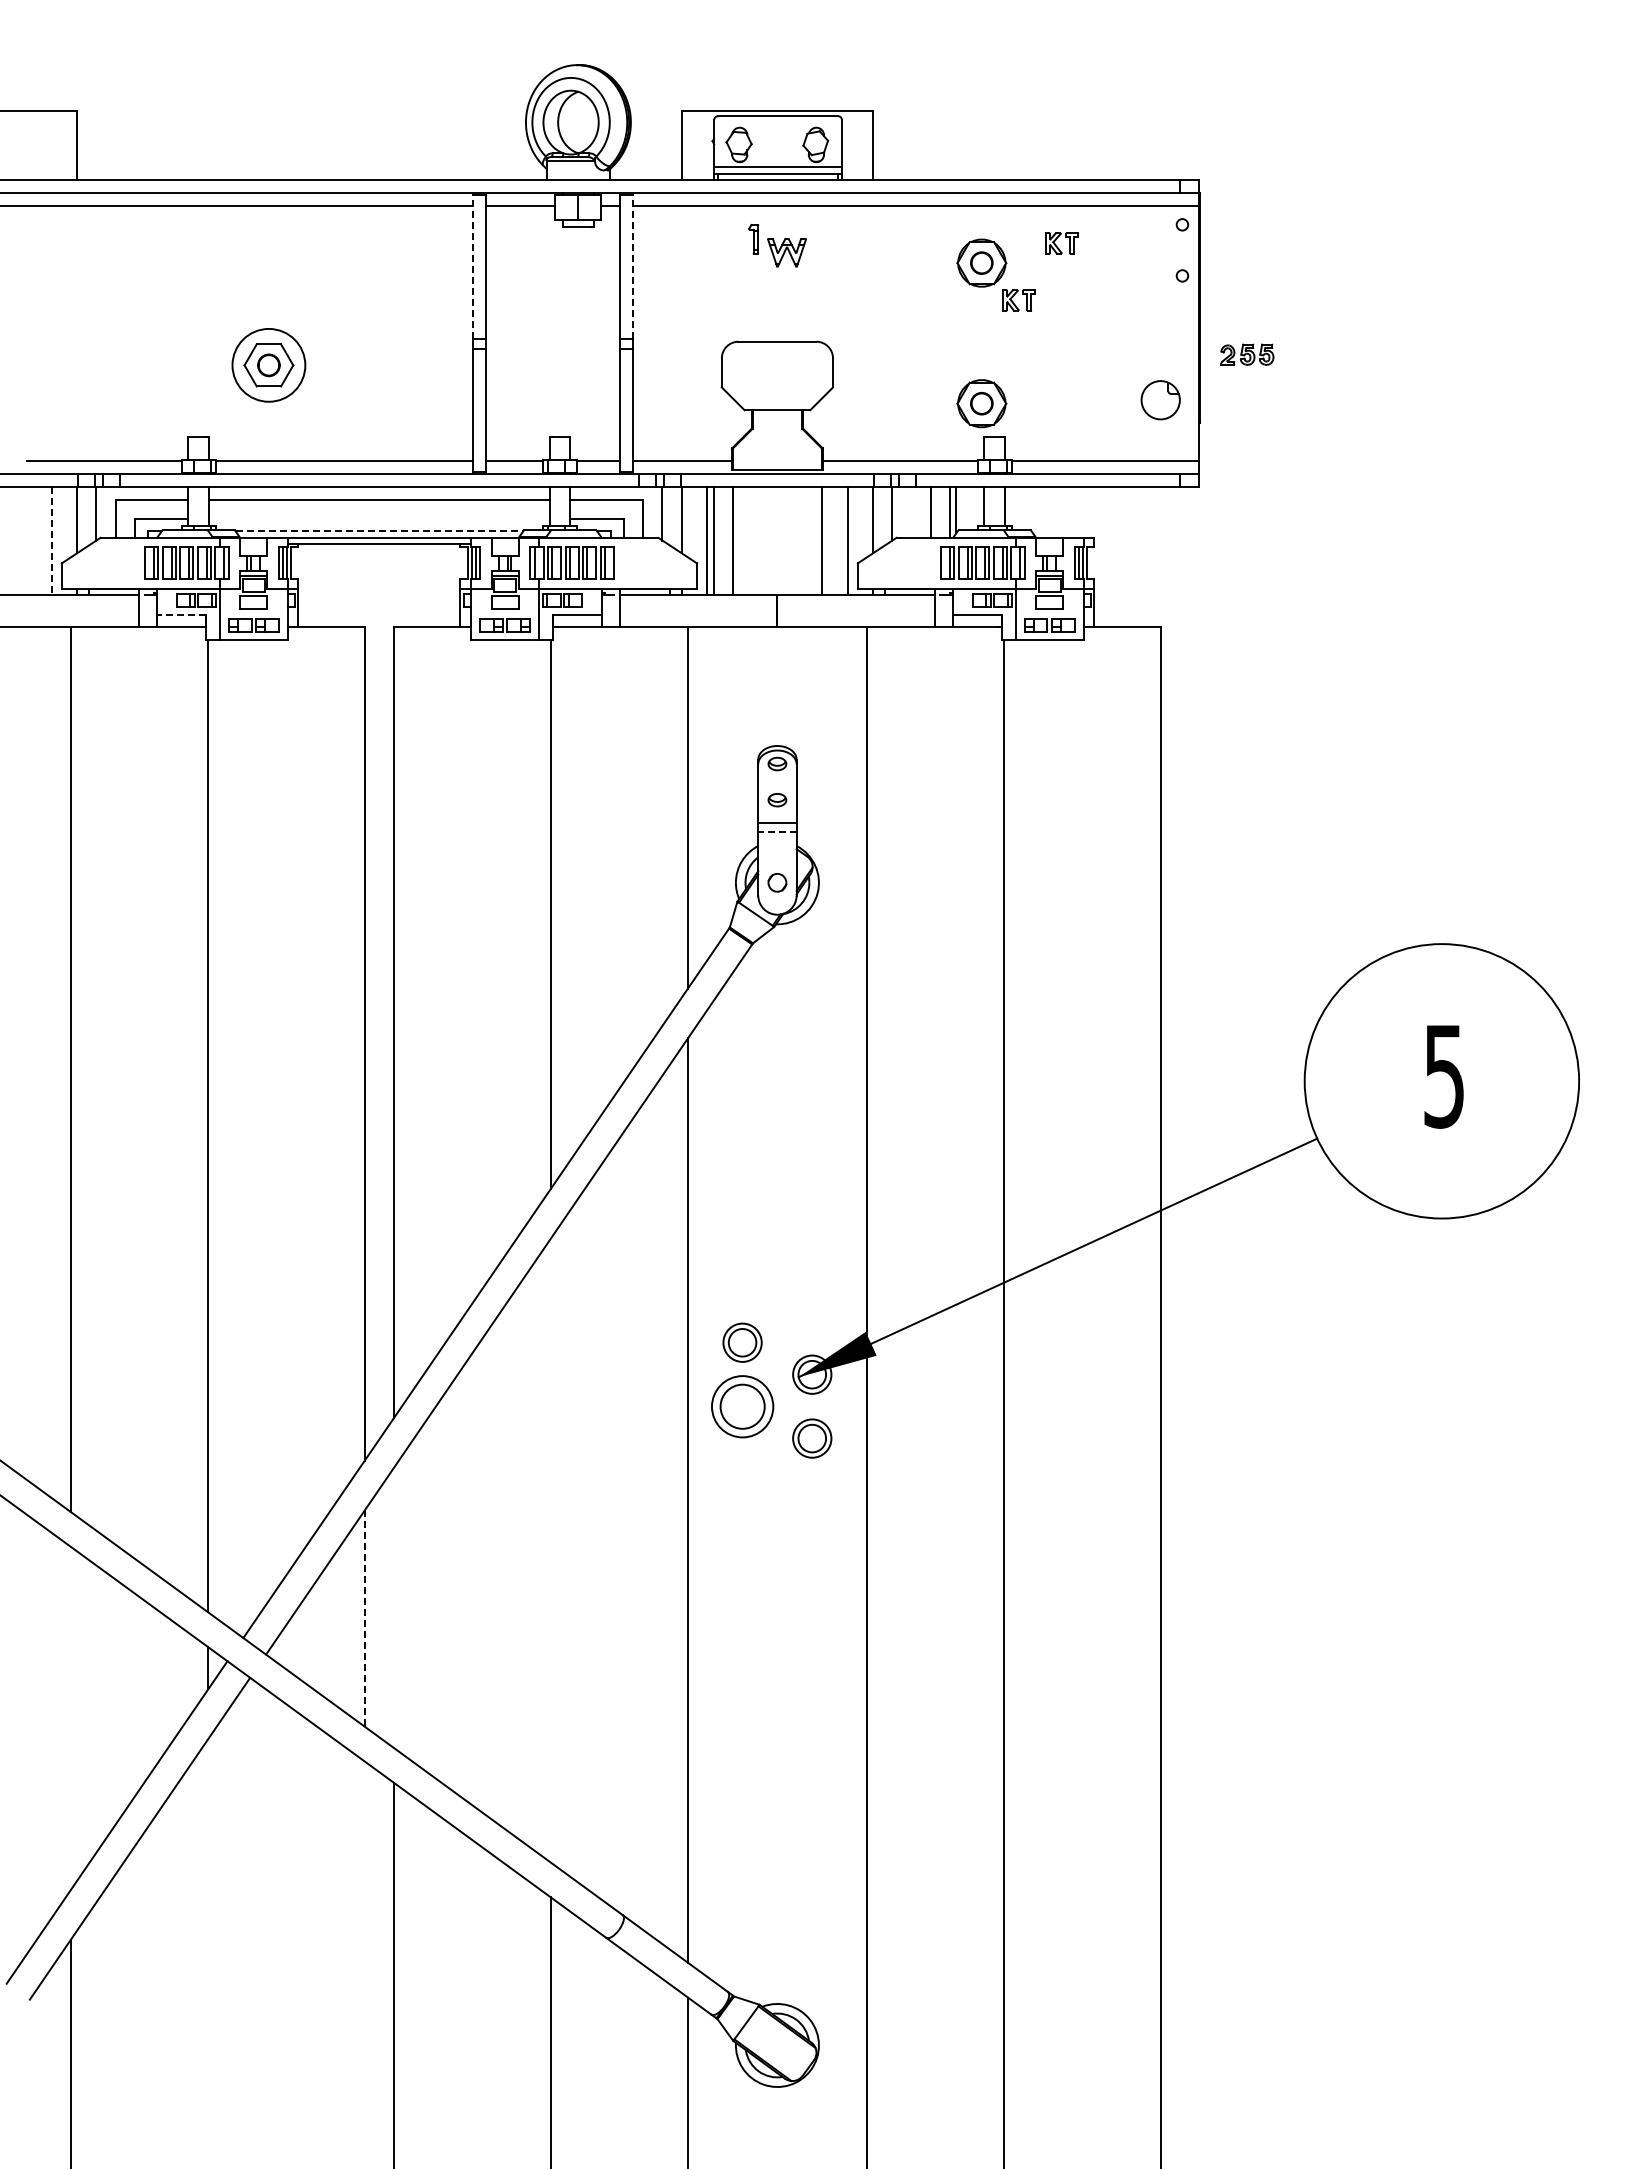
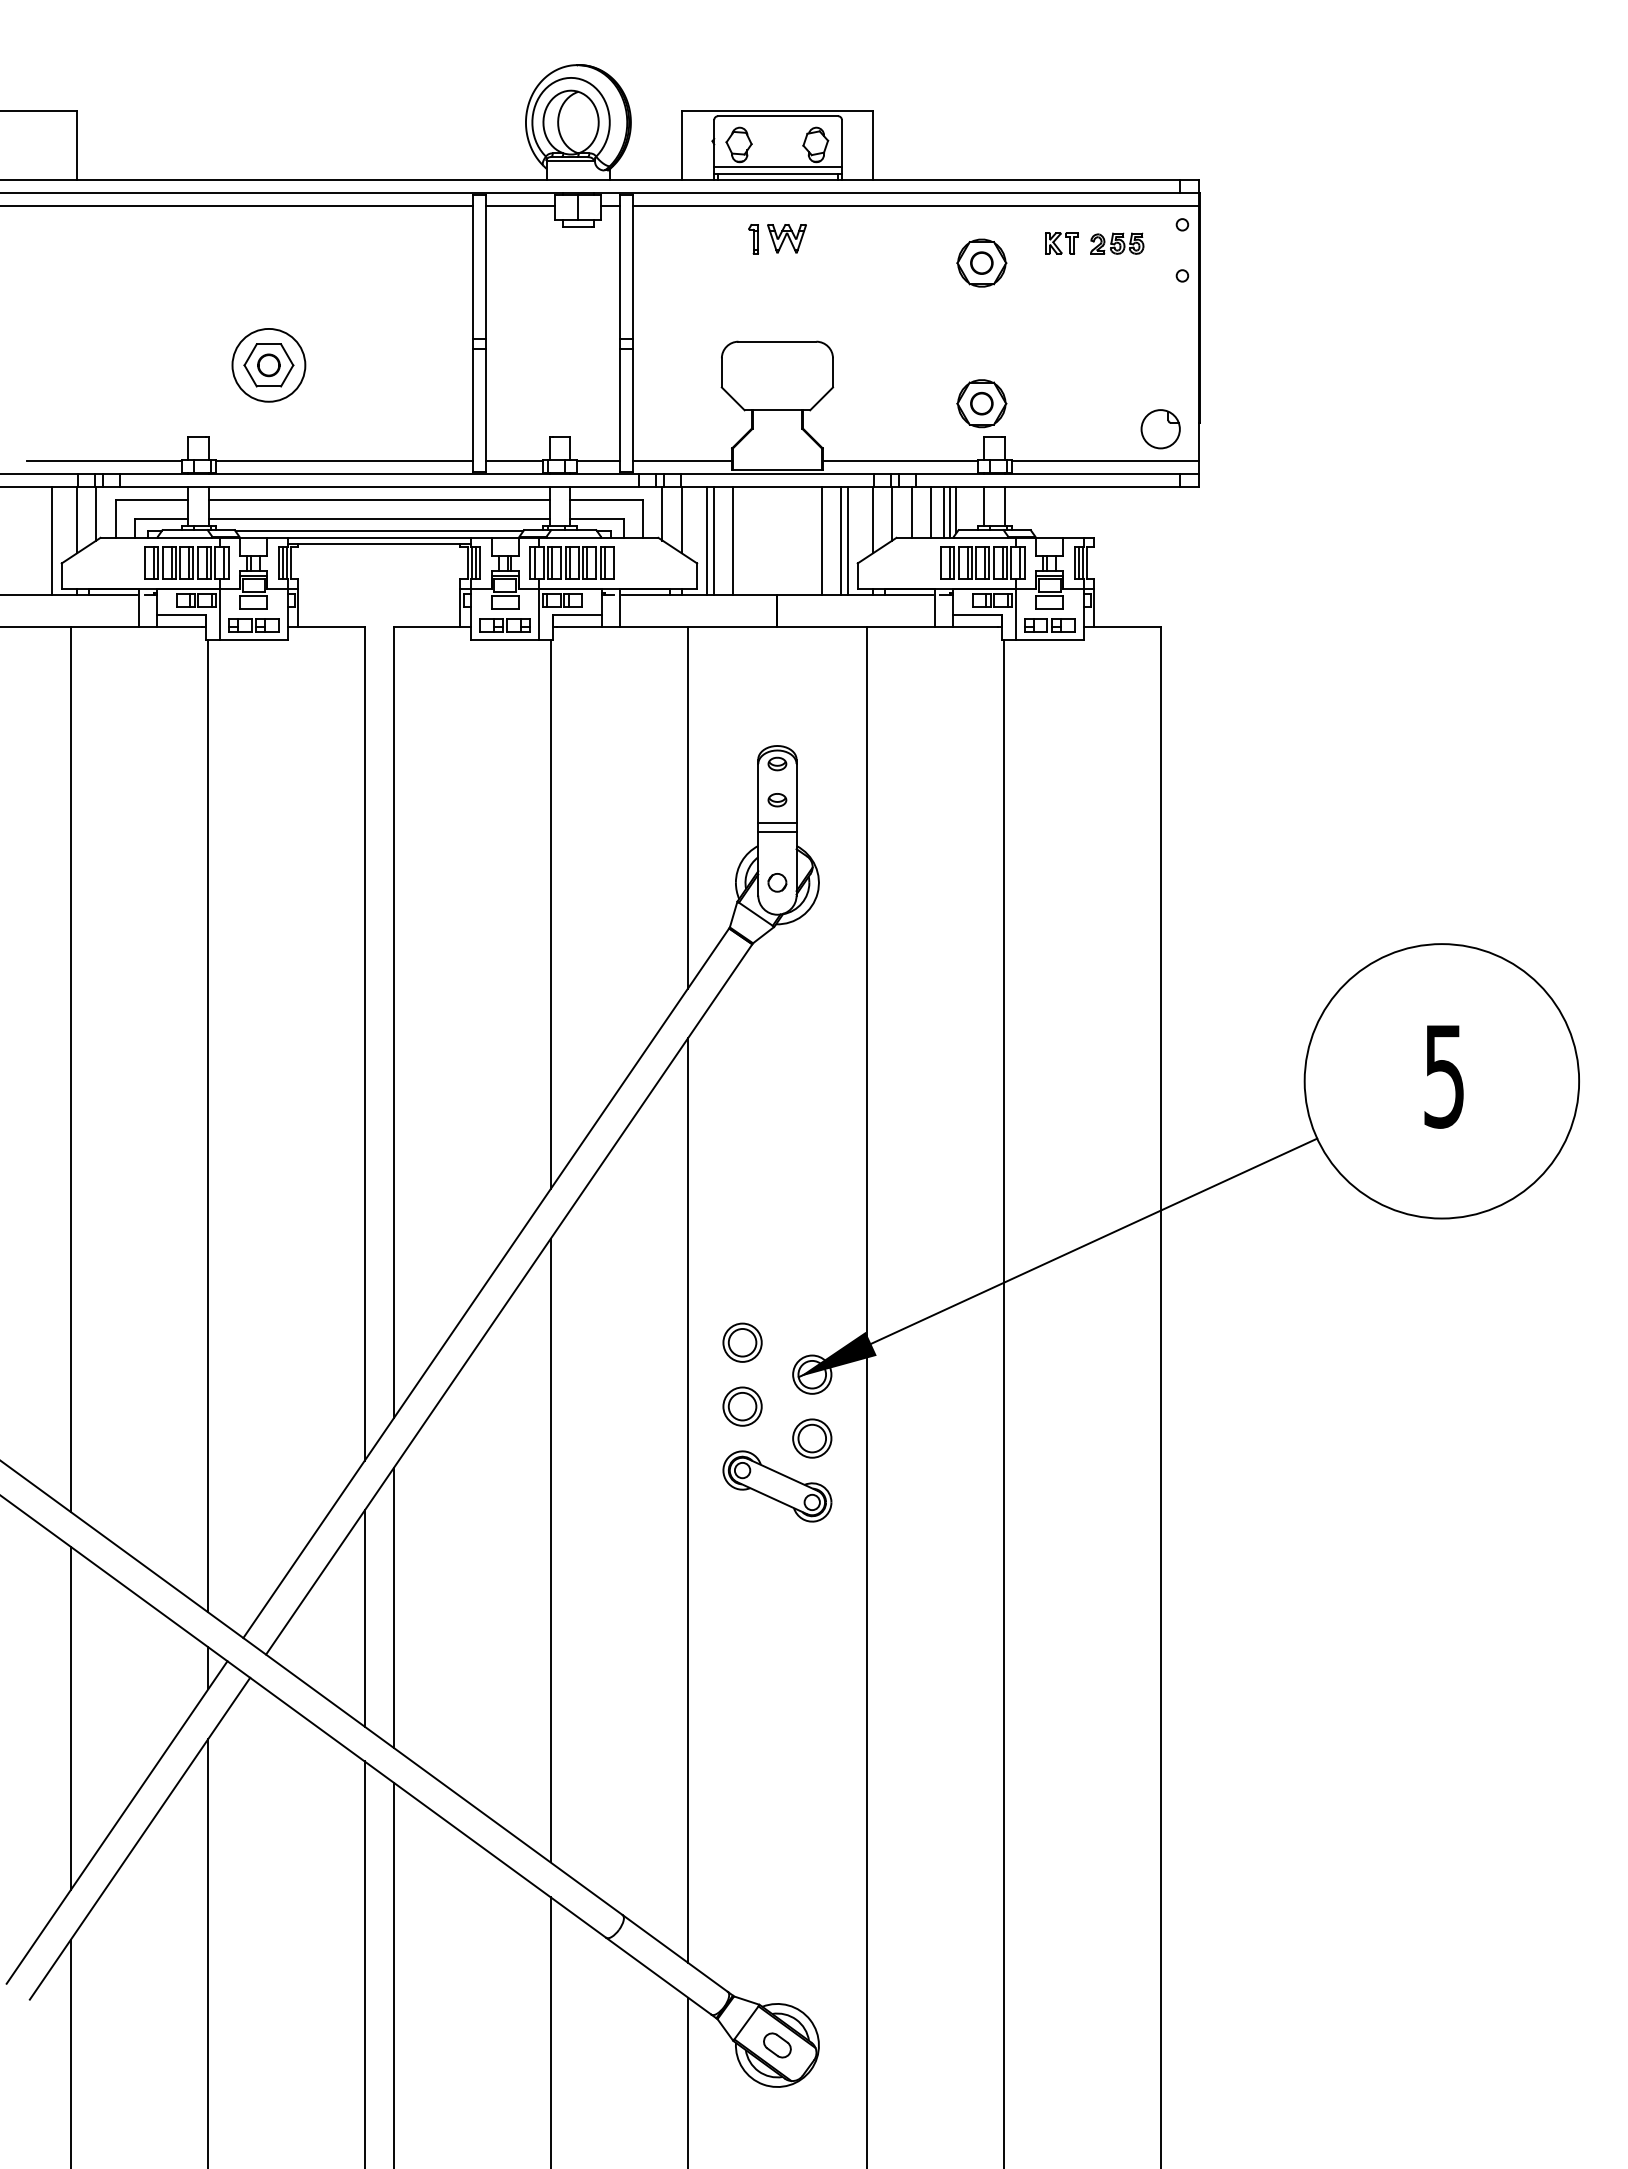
part at (786, 252) position: (786, 252) -> (786, 238)
line at (473, 266): dashed -> solid
line at (633, 266): dashed -> solid
part at (1018, 300): present -> none
part at (1247, 354) position: (1247, 354) -> (1117, 243)
part at (1160, 400) position: (1160, 400) -> (1160, 429)
line at (911, 511): none -> present
line at (943, 511): none -> present
line at (379, 518): none -> present
line at (379, 531): dashed -> solid
line at (841, 540): none -> present
line at (51, 541): dashed -> solid
line at (181, 614): dashed -> solid
line at (776, 832): dashed -> solid
part at (742, 1406) size: 64x64 px -> 41x41 px
part at (777, 1486): none -> present
line at (550, 1550): none -> present
line at (394, 1607): none -> present
line at (364, 1619): dashed -> solid
line at (70, 1717): none -> present
line at (208, 1952): none -> present
line at (364, 1963): none -> present
part at (777, 2045): none -> present
